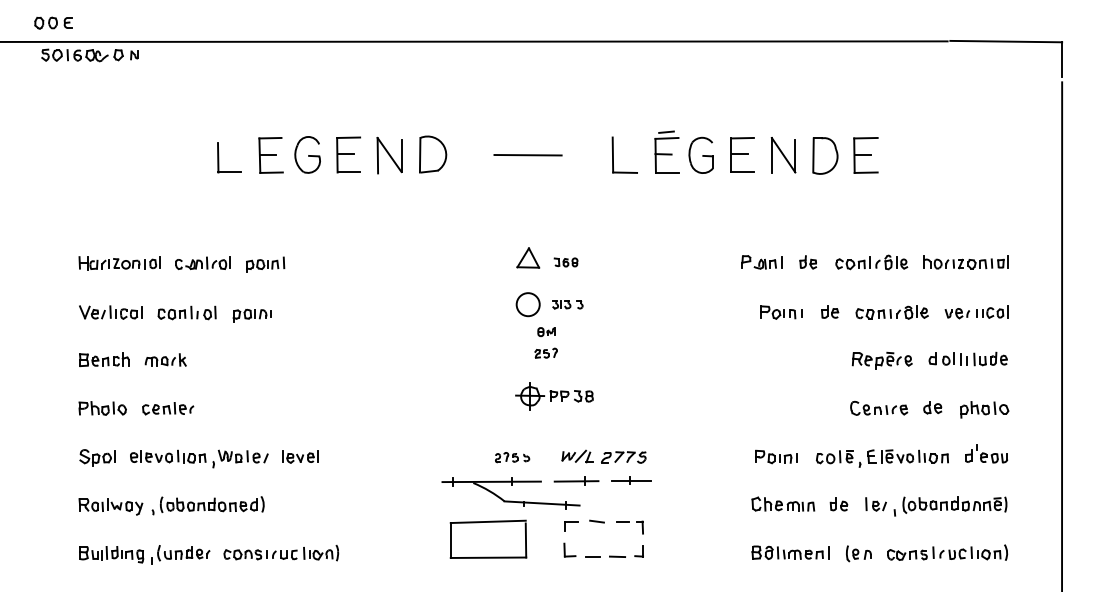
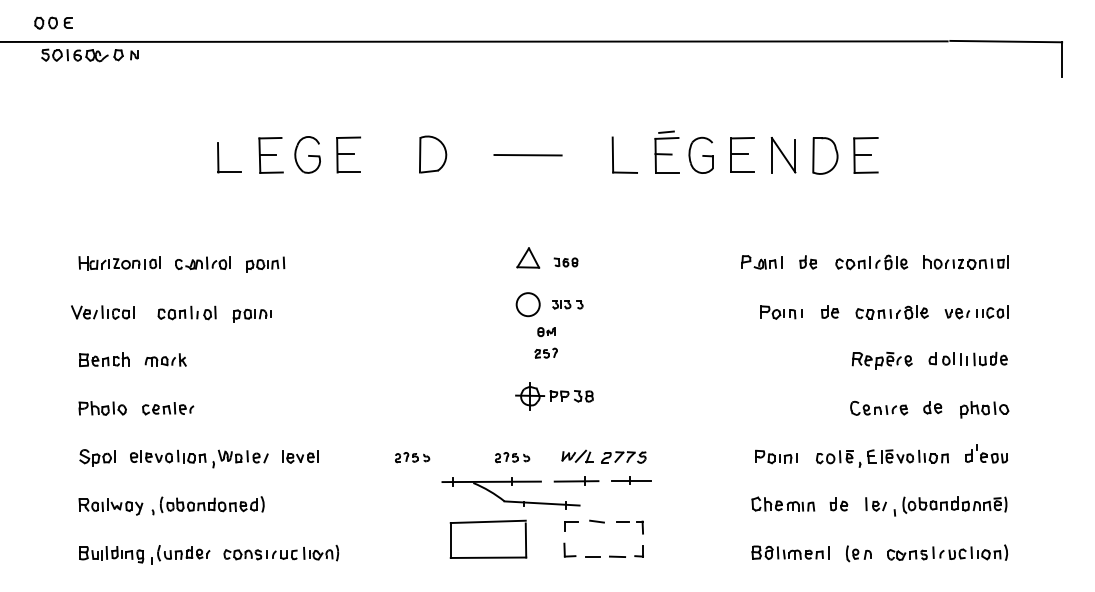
part at (389, 155): present -> none
part at (110, 312) position: (110, 312) -> (102, 312)
line at (1062, 335): present -> none
part at (412, 457): none -> present
